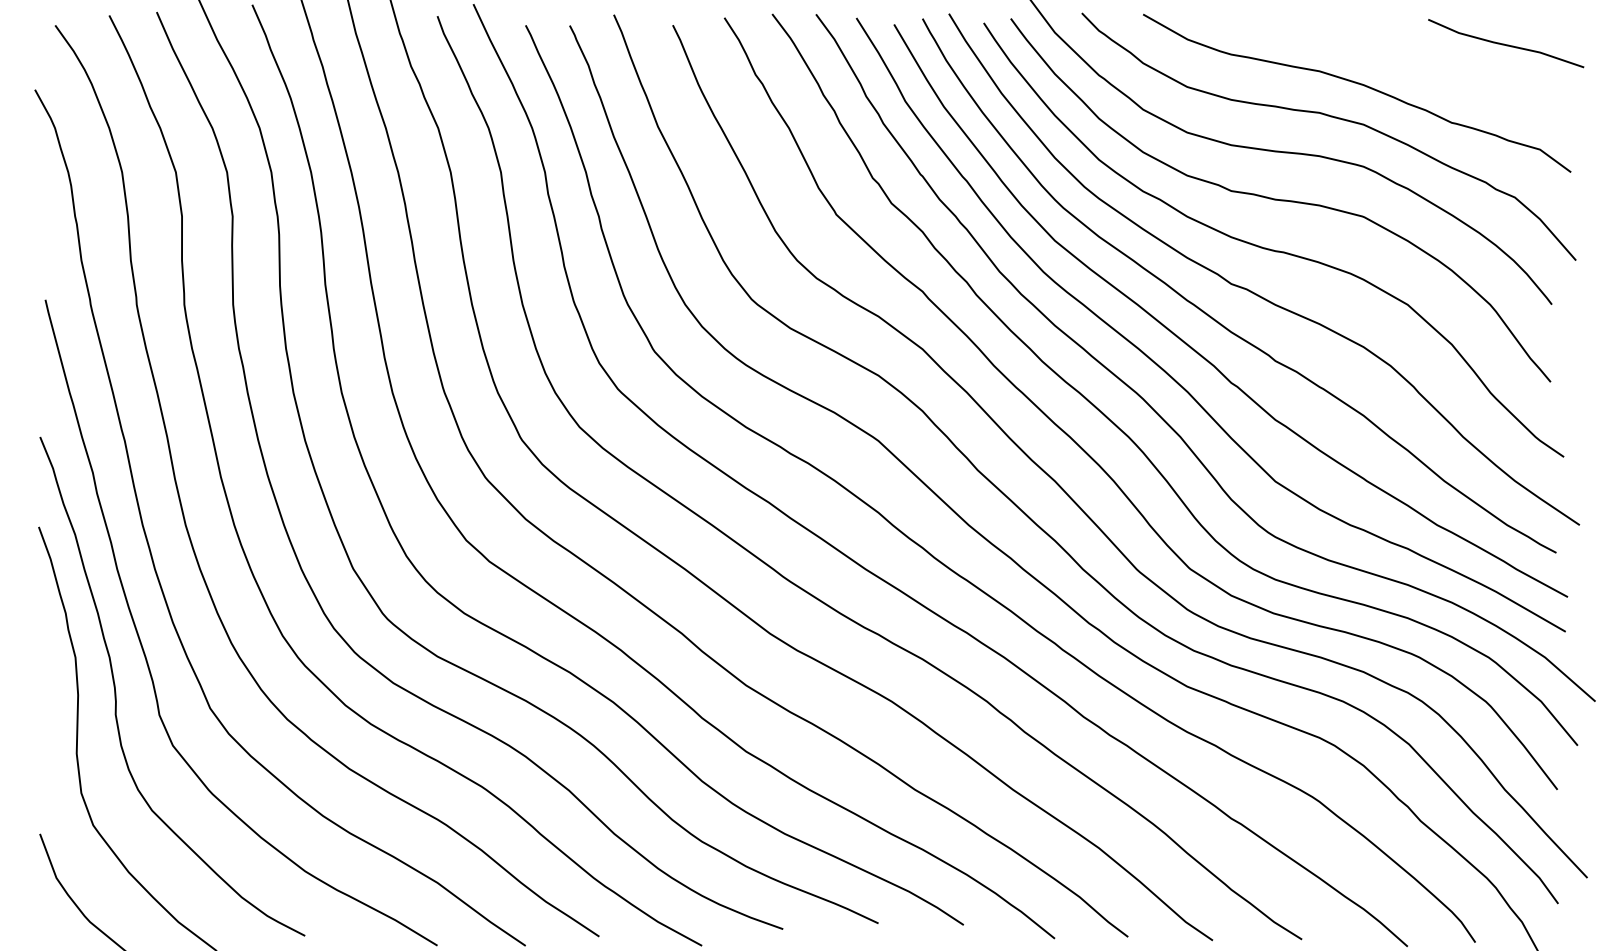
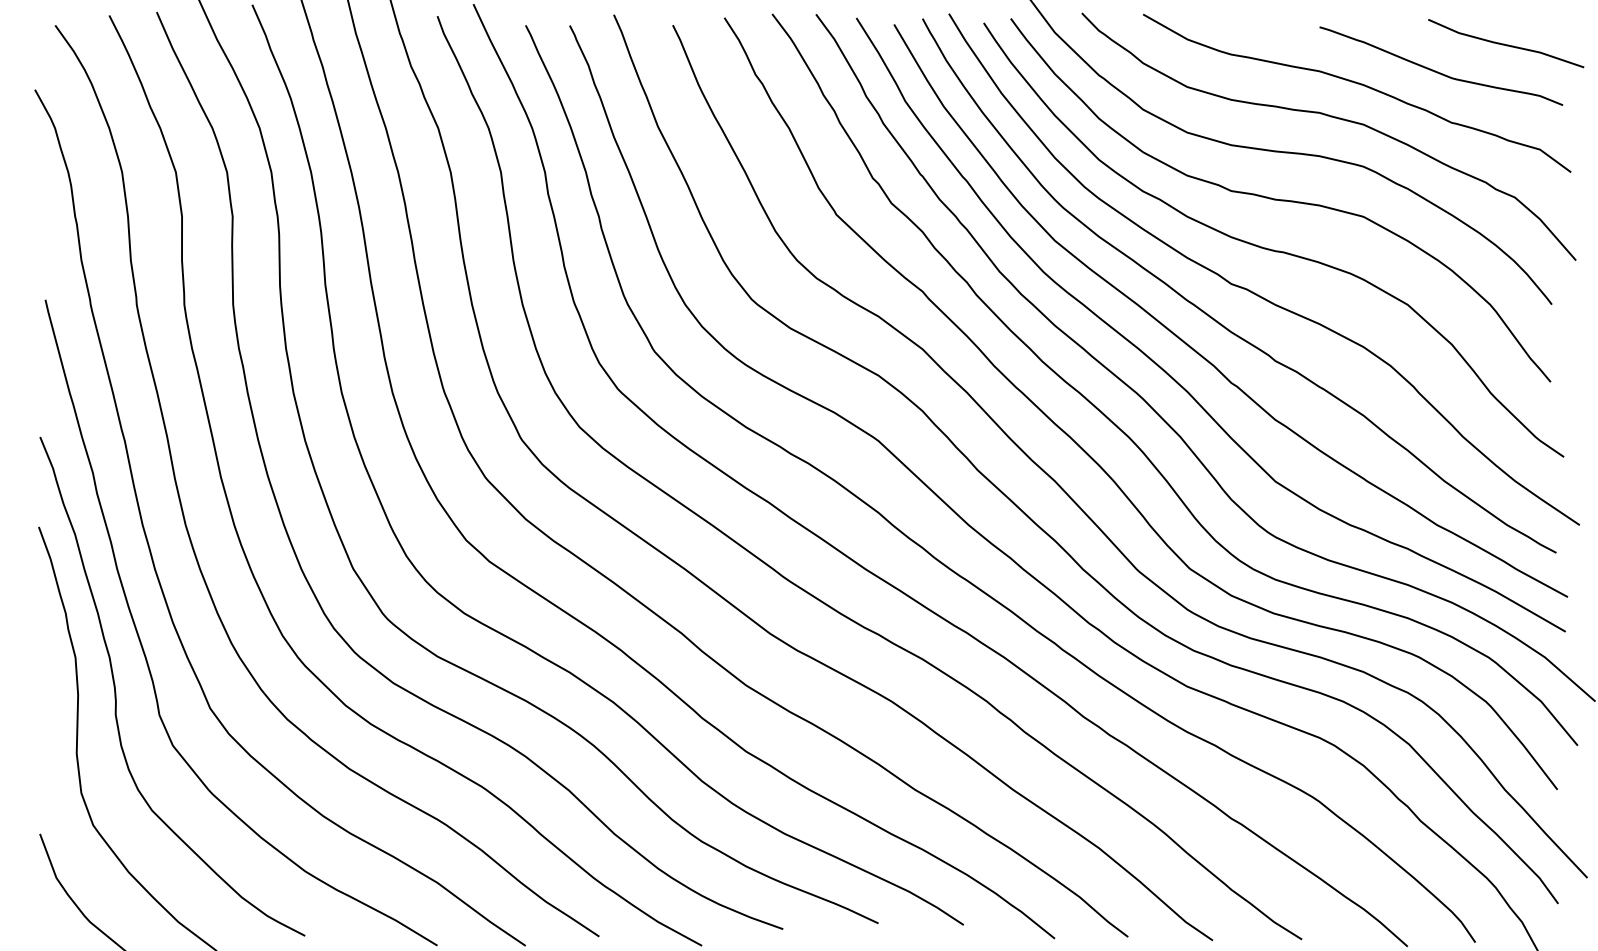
curve at (1438, 71): none -> present
